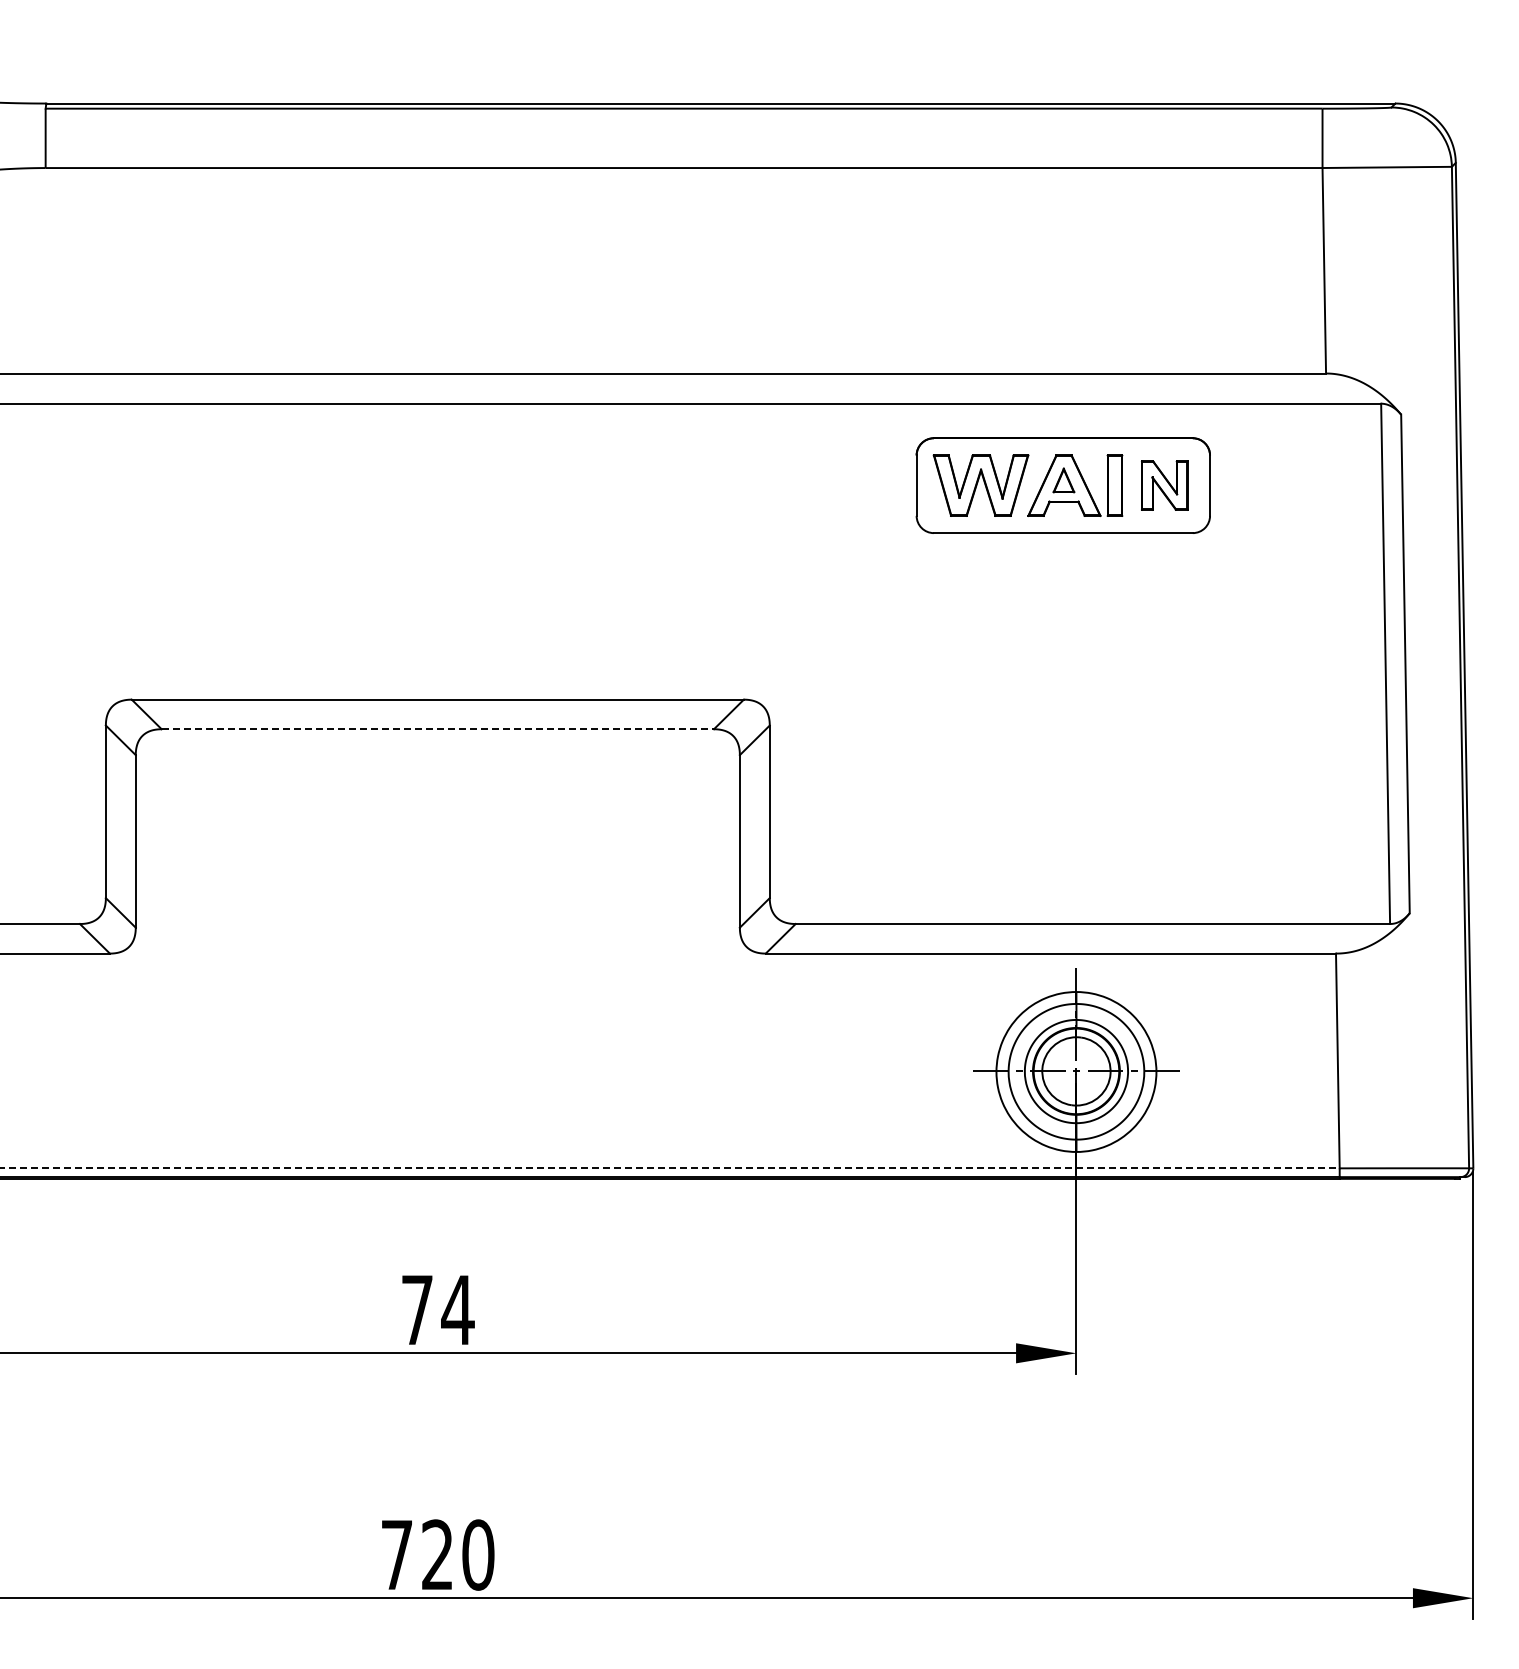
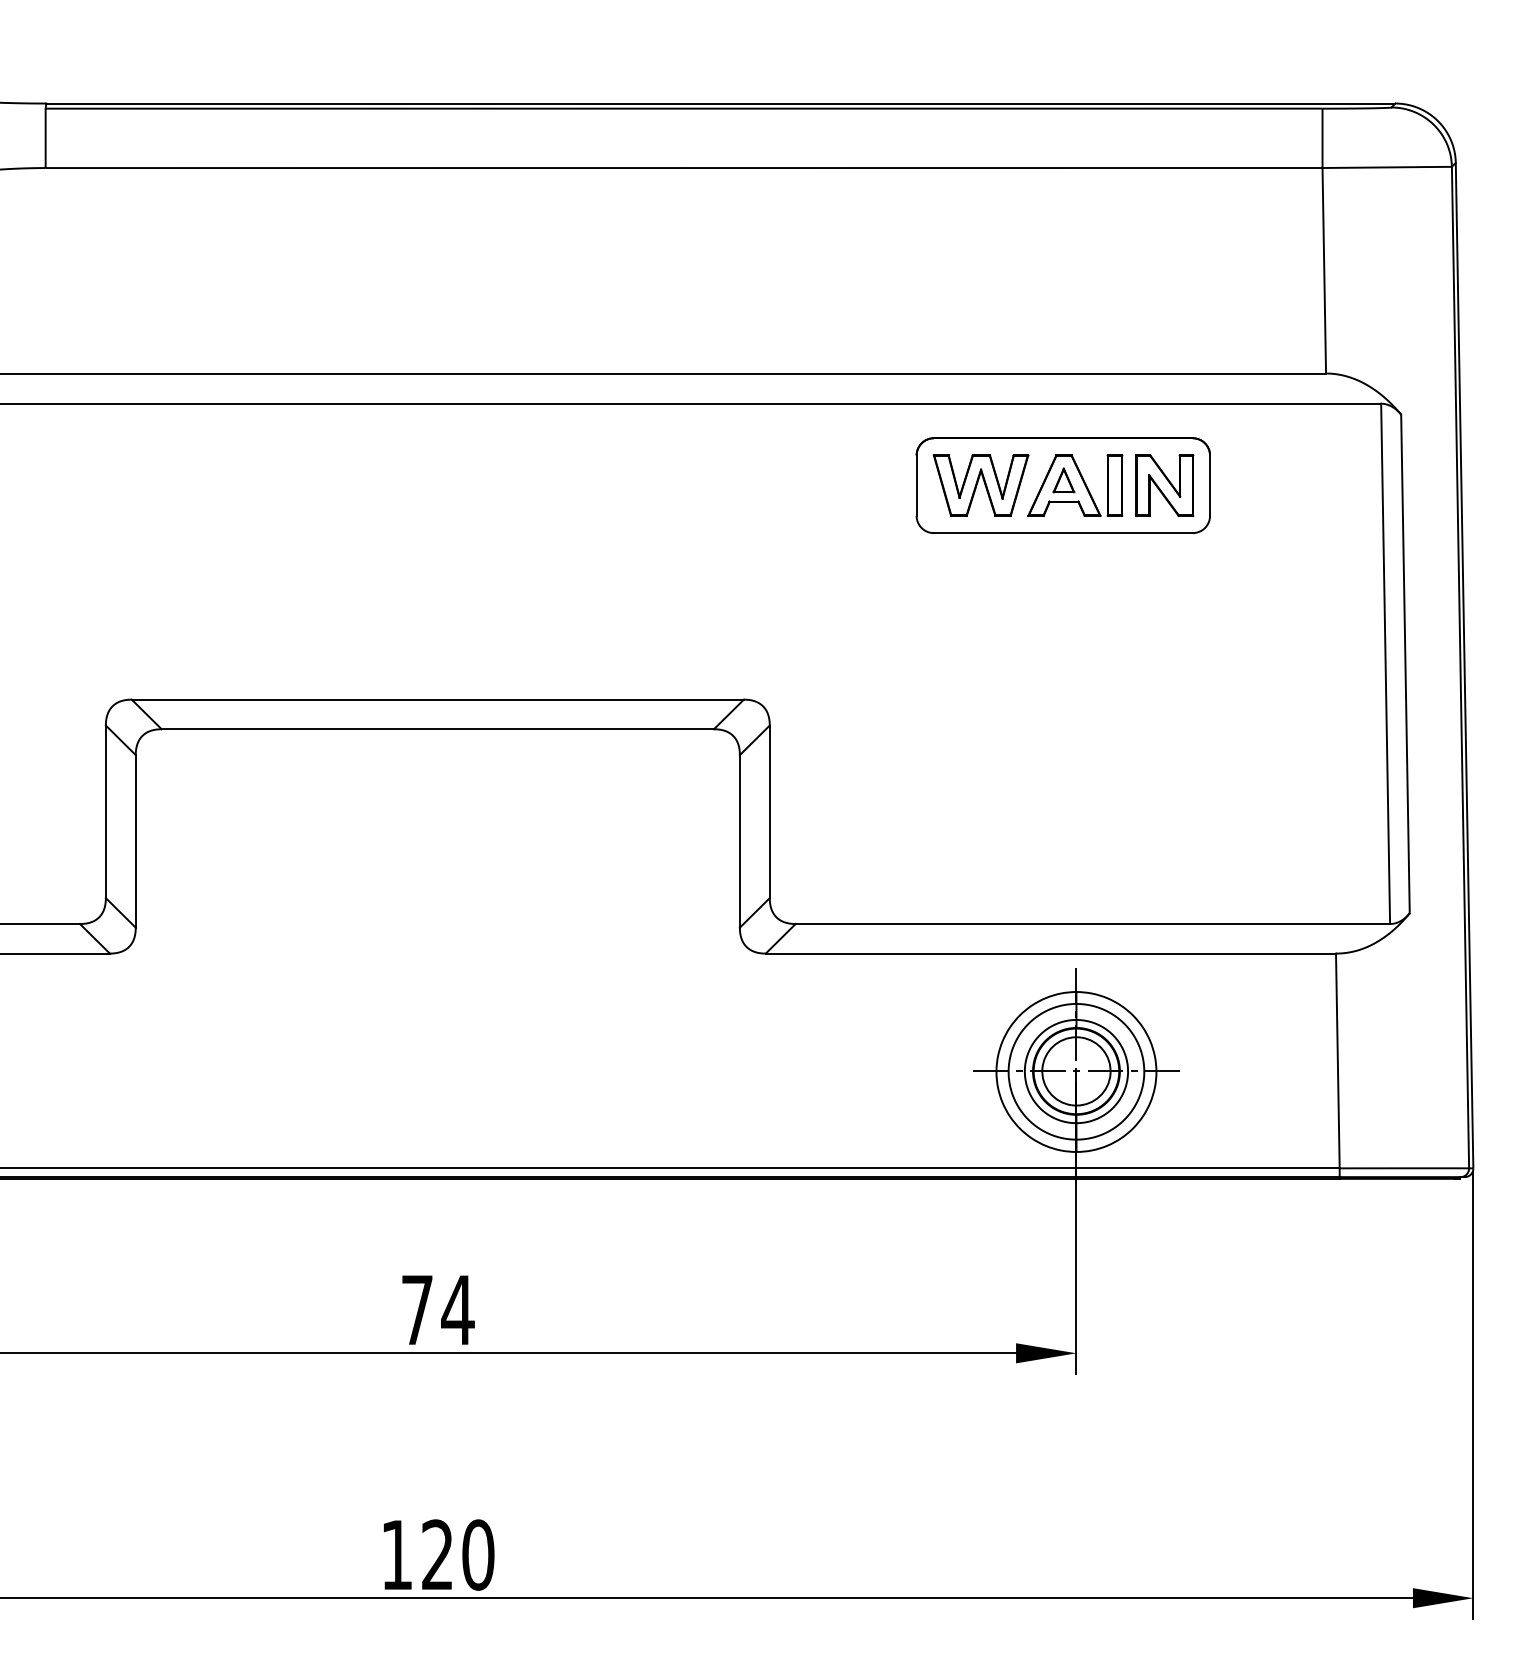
part at (1164, 485) size: 48x51 px -> 60x63 px
line at (438, 729): dashed -> solid
line at (670, 1168): dashed -> solid
text at (396, 1554): 720 -> 120
